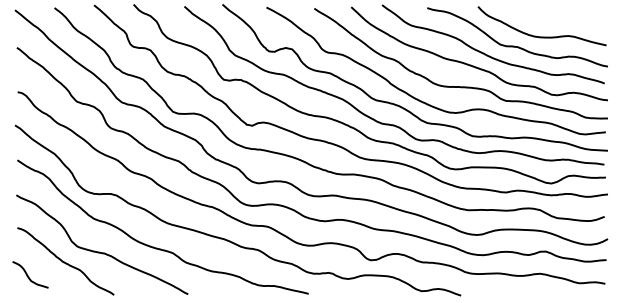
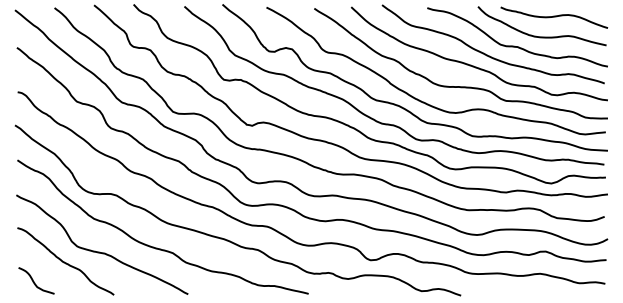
curve at (554, 17): none -> present
curve at (28, 275) position: (28, 275) -> (34, 281)
